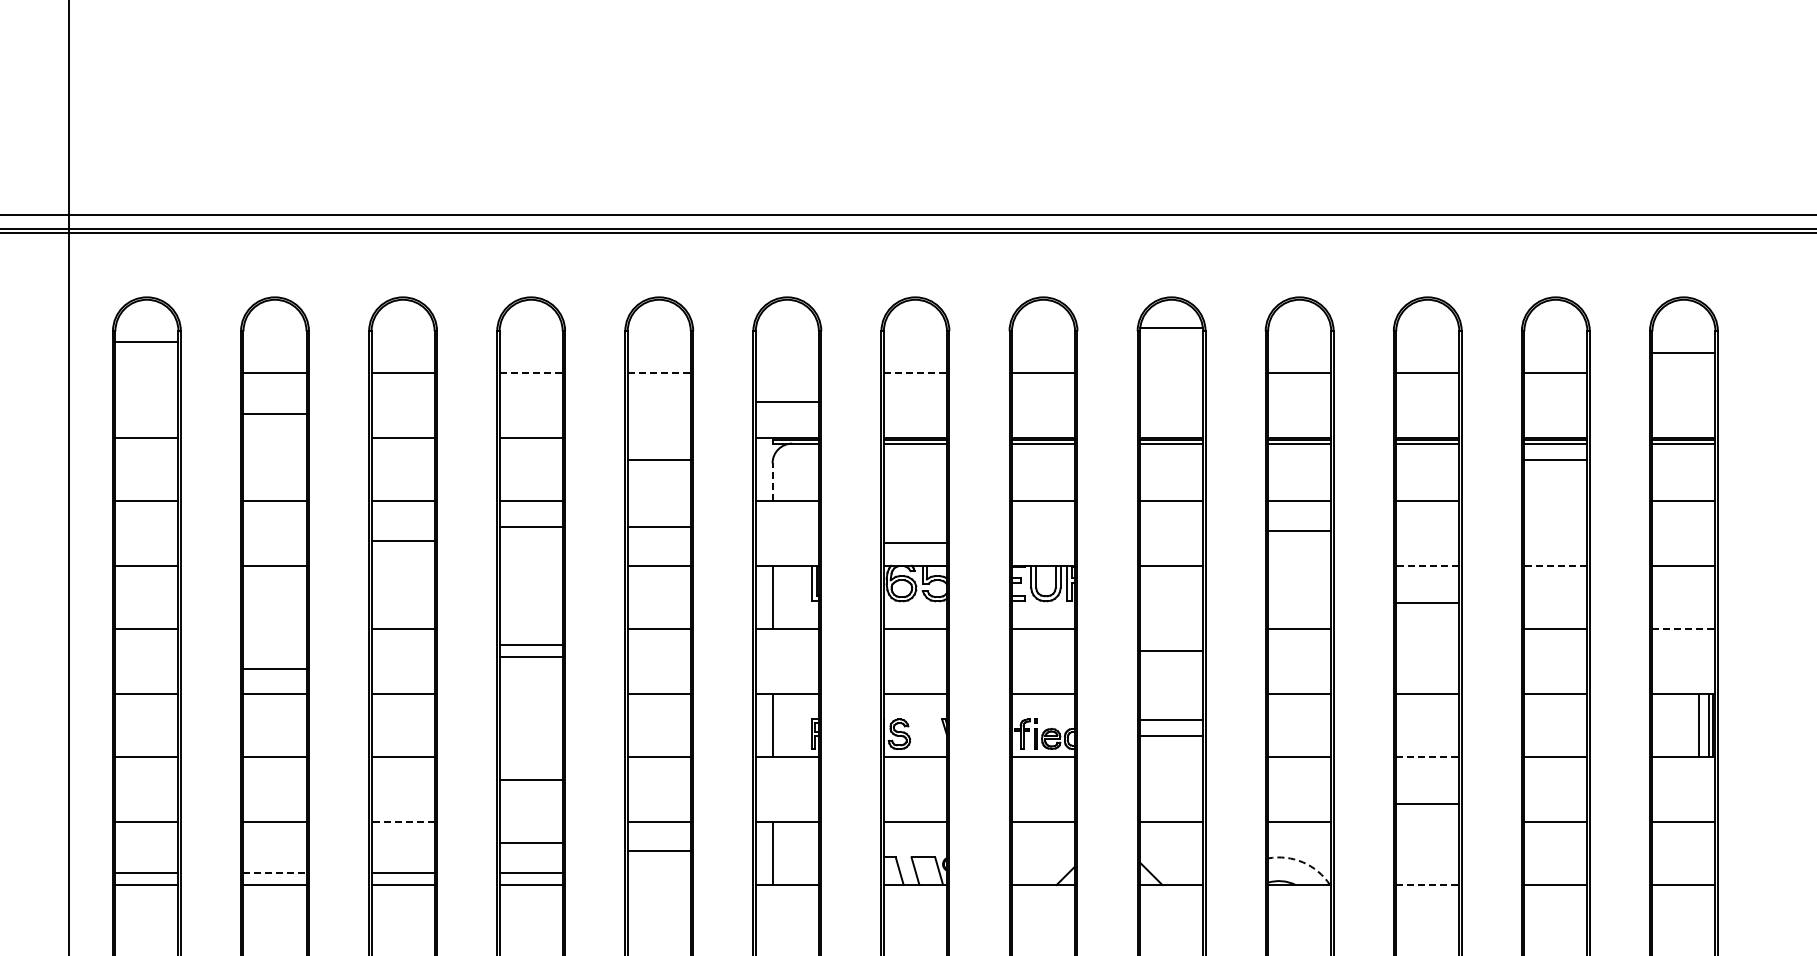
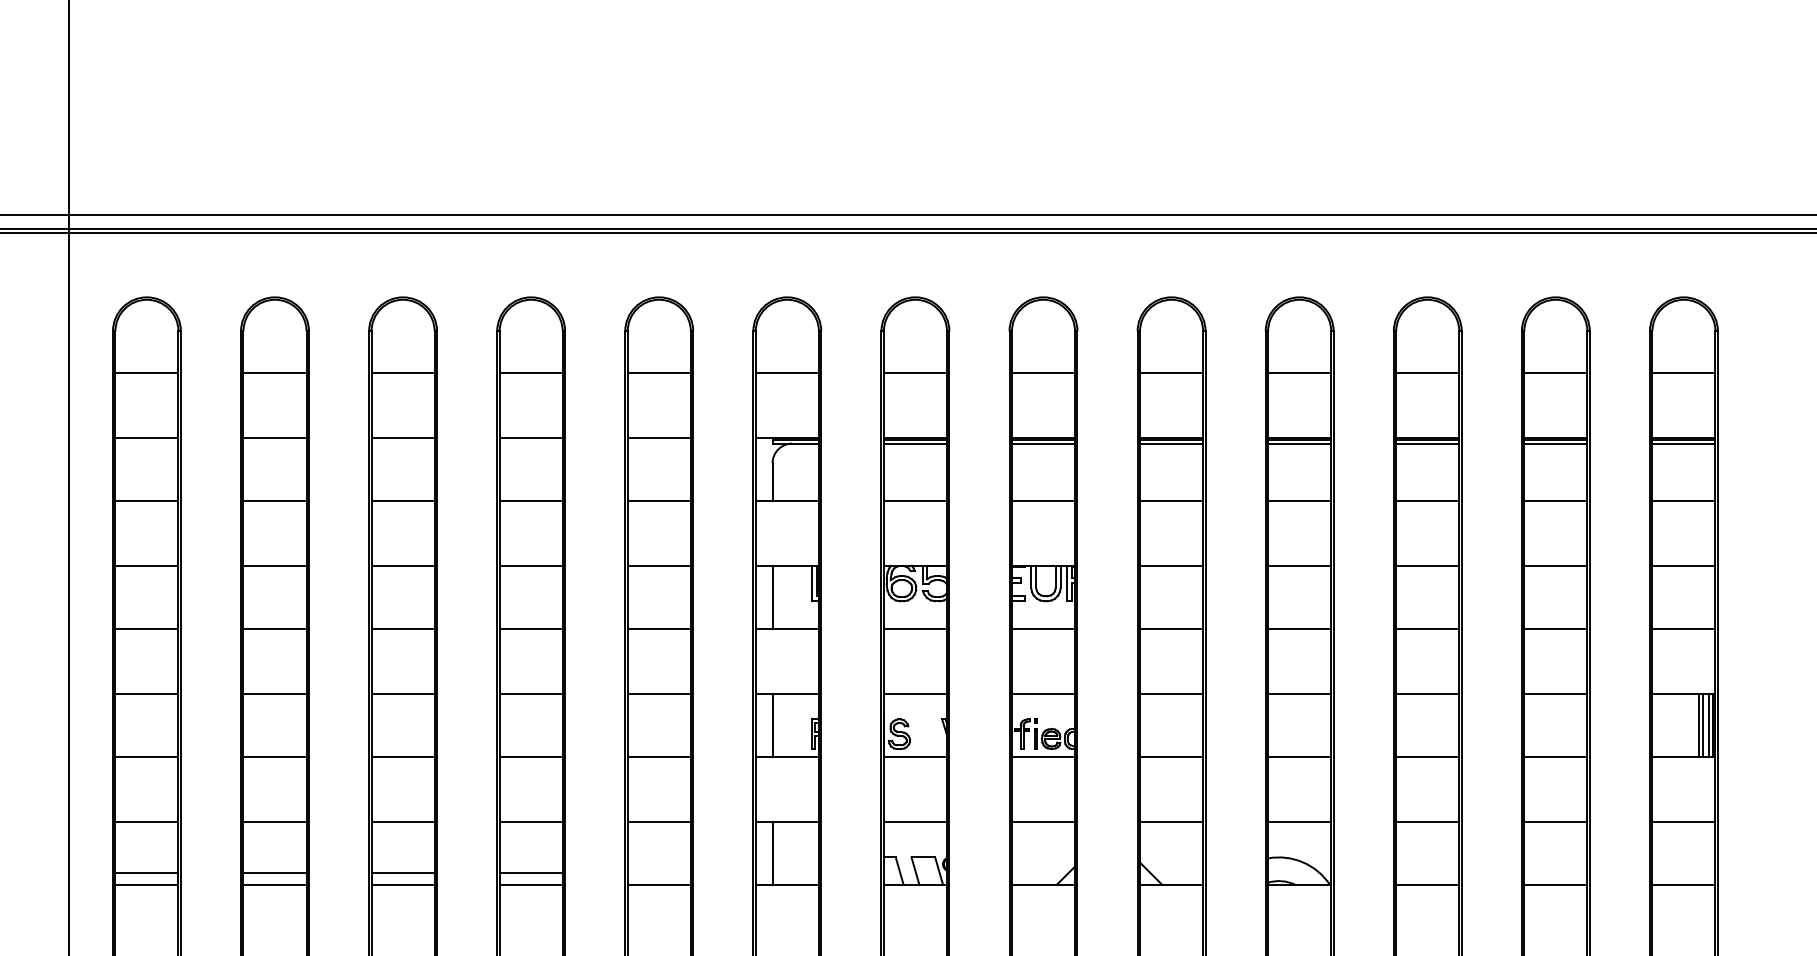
line at (1171, 327) position: (1171, 327) -> (1171, 372)
line at (146, 341) position: (146, 341) -> (146, 372)
line at (1683, 352) position: (1683, 352) -> (1683, 372)
line at (531, 372): dashed -> solid
line at (659, 372): dashed -> solid
line at (915, 372): dashed -> solid
line at (786, 401) position: (786, 401) -> (786, 372)
line at (274, 413) position: (274, 413) -> (274, 437)
line at (658, 459) position: (658, 459) -> (658, 437)
line at (1555, 459) position: (1555, 459) -> (1555, 500)
line at (772, 482): dashed -> solid
line at (530, 526) position: (530, 526) -> (530, 565)
line at (658, 526) position: (658, 526) -> (658, 500)
line at (1299, 530) position: (1299, 530) -> (1299, 565)
line at (402, 540) position: (402, 540) -> (402, 565)
line at (914, 542) position: (914, 542) -> (914, 500)
line at (1427, 565): dashed -> solid
line at (1555, 565): dashed -> solid
line at (1427, 602) position: (1427, 602) -> (1427, 628)
line at (1683, 628): dashed -> solid
line at (530, 644) position: (530, 644) -> (530, 628)
line at (1171, 650) position: (1171, 650) -> (1171, 628)
line at (530, 656) position: (530, 656) -> (530, 693)
line at (274, 668) position: (274, 668) -> (274, 628)
line at (1171, 719) position: (1171, 719) -> (1171, 693)
line at (1702, 724): none -> present
line at (1171, 735) position: (1171, 735) -> (1171, 756)
line at (1427, 756): dashed -> solid
line at (530, 779) position: (530, 779) -> (530, 756)
line at (1427, 803) position: (1427, 803) -> (1427, 821)
line at (403, 821): dashed -> solid
line at (530, 842) position: (530, 842) -> (530, 821)
line at (658, 851) position: (658, 851) -> (658, 885)
arc at (1303, 862): dashed -> solid
line at (275, 873): dashed -> solid
line at (1427, 885): dashed -> solid
